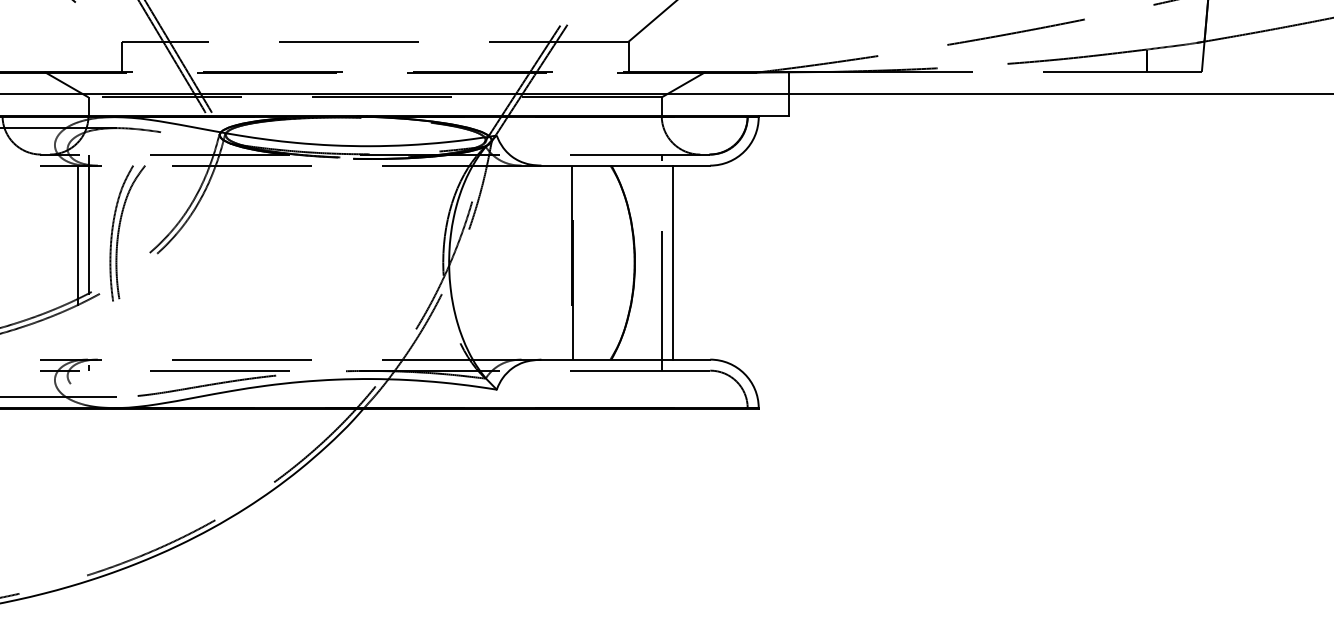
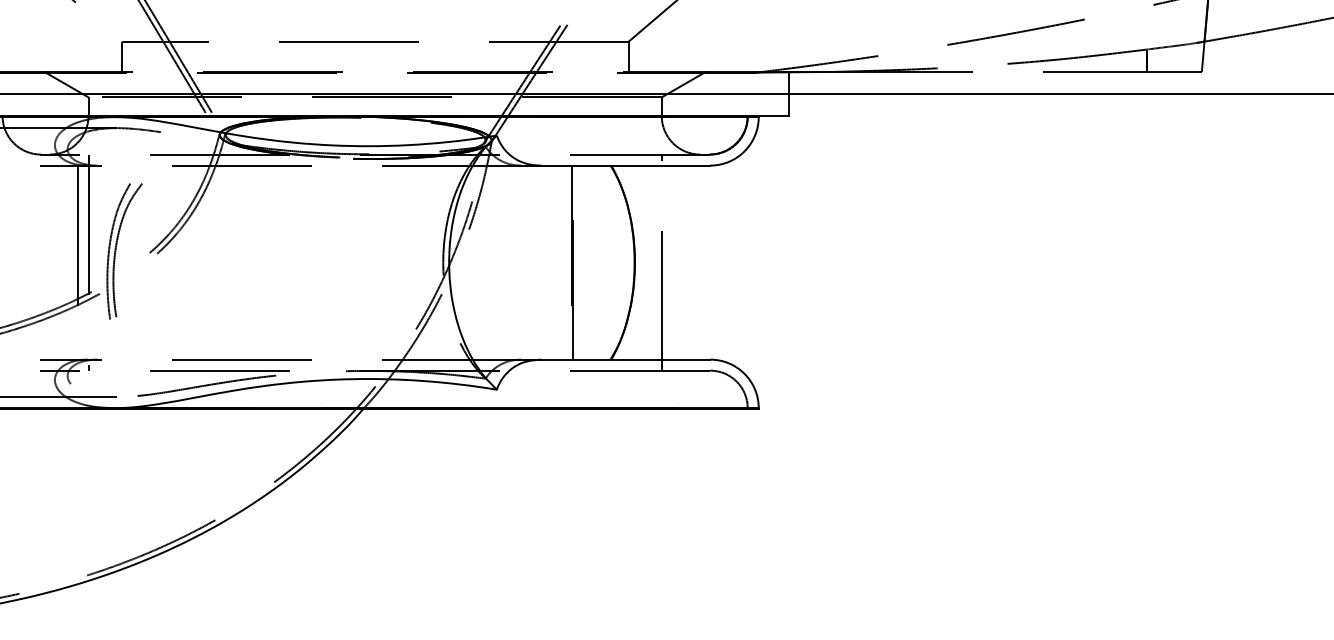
part at (119, 233) position: (119, 233) -> (116, 251)
line at (672, 262): present -> none
